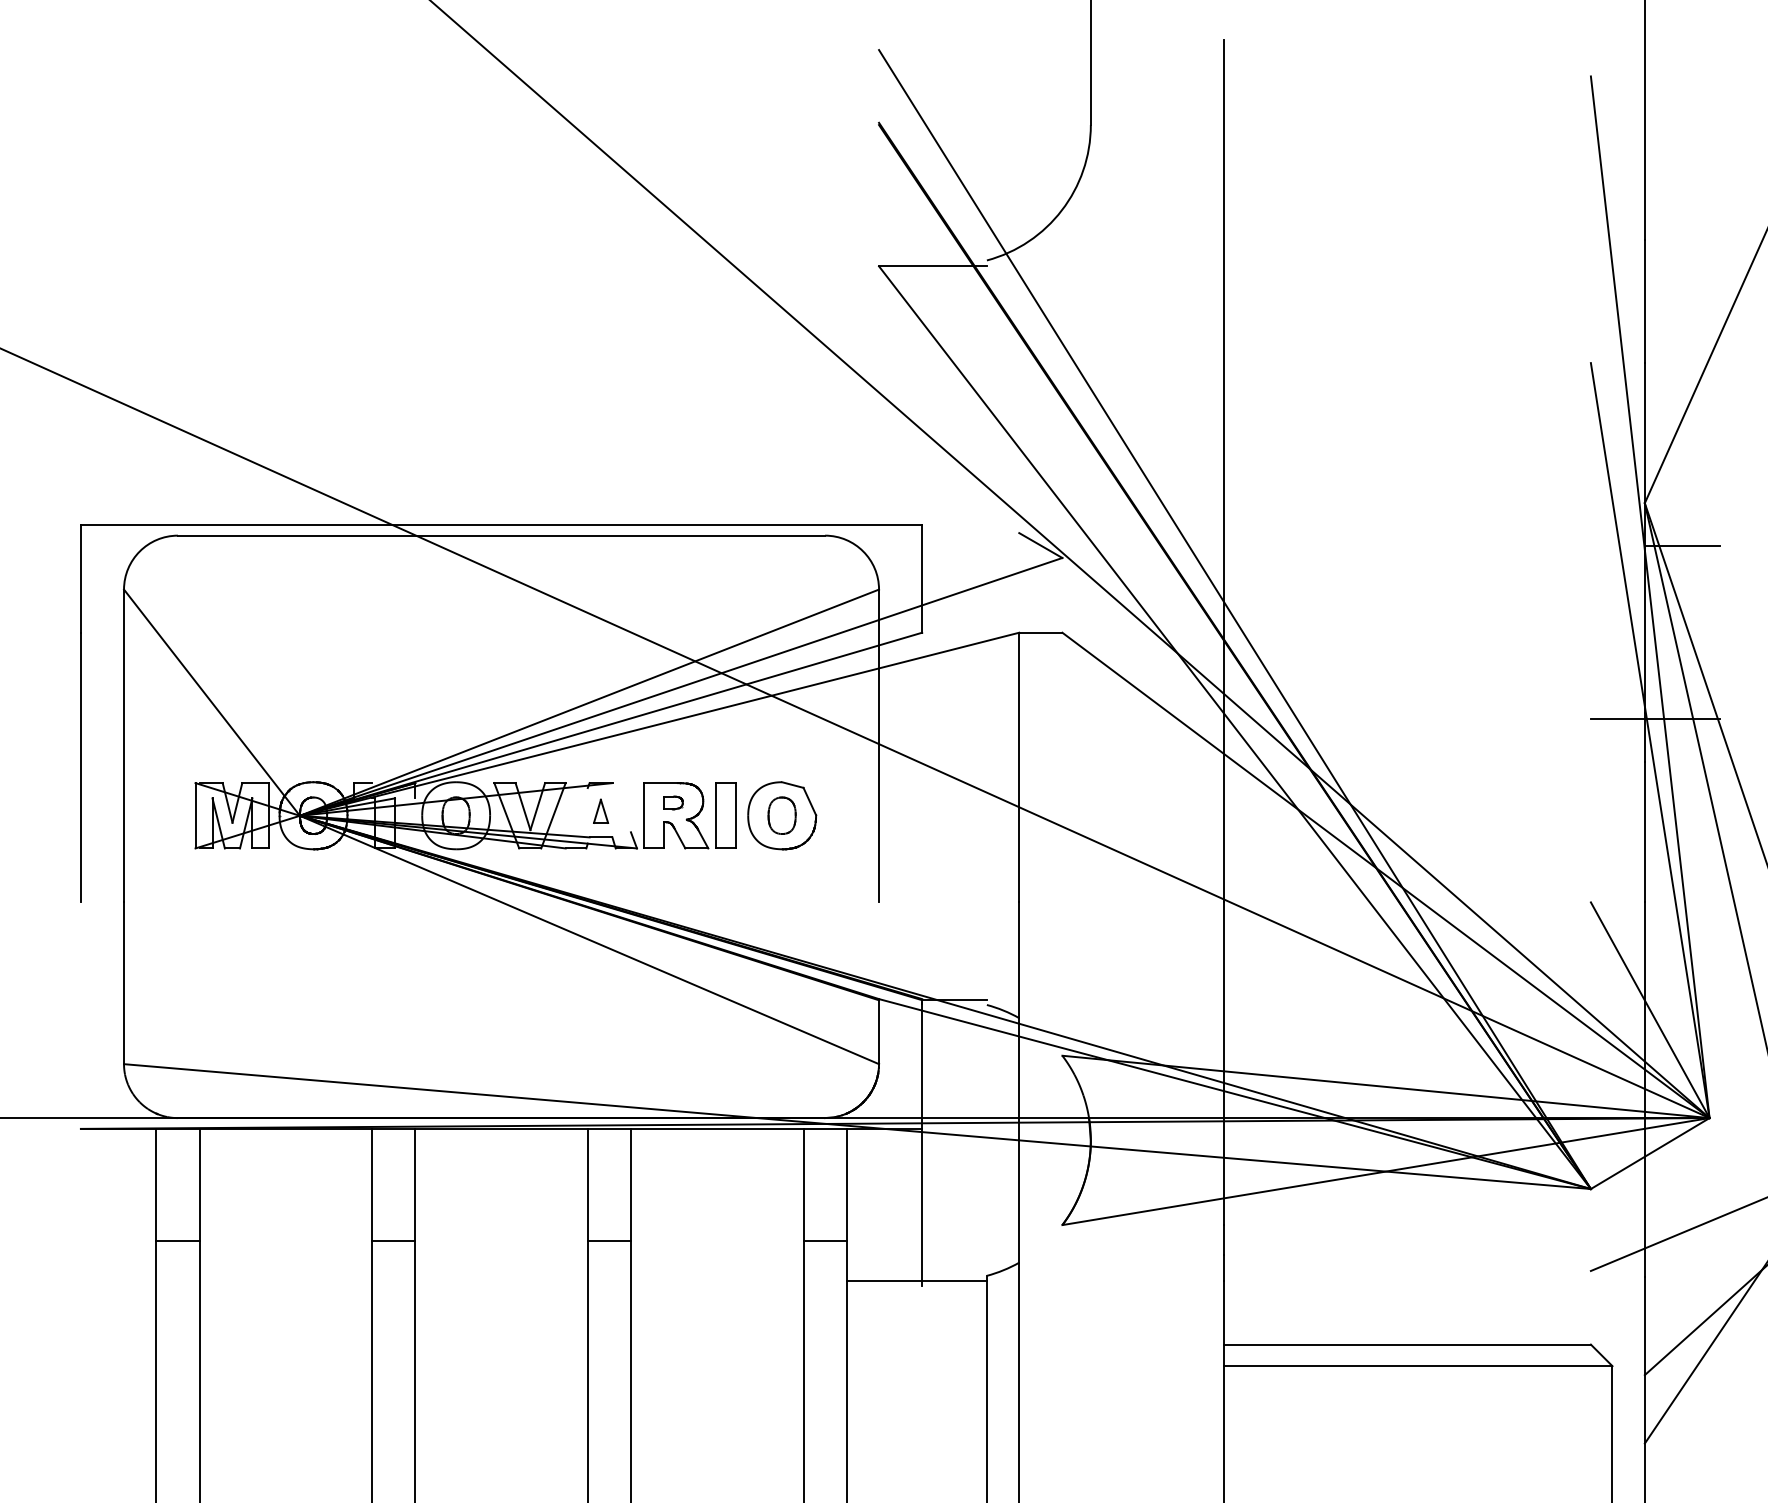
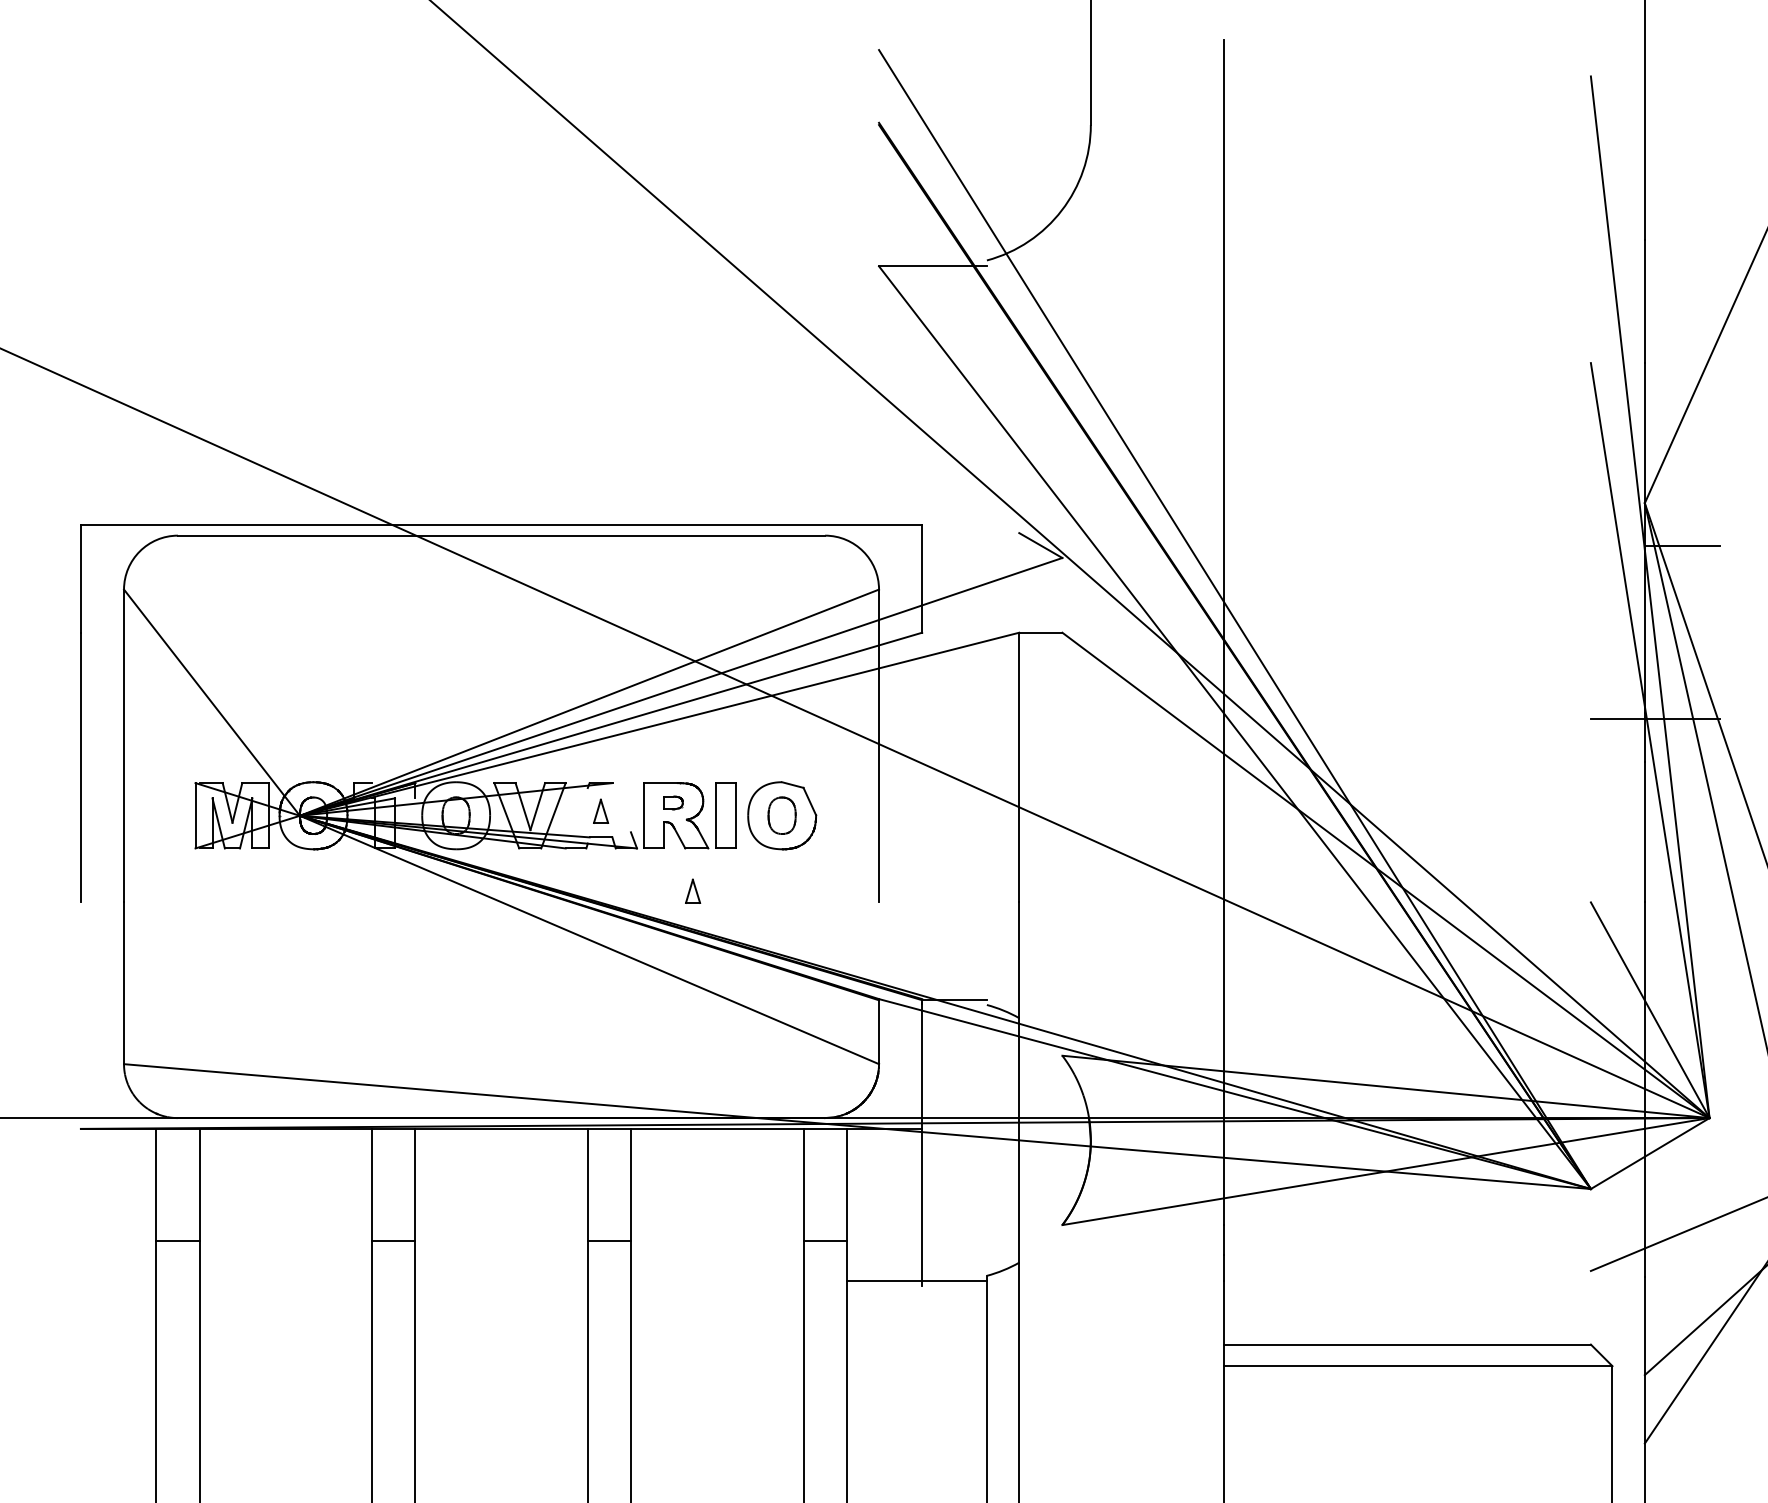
part at (693, 890): none -> present
